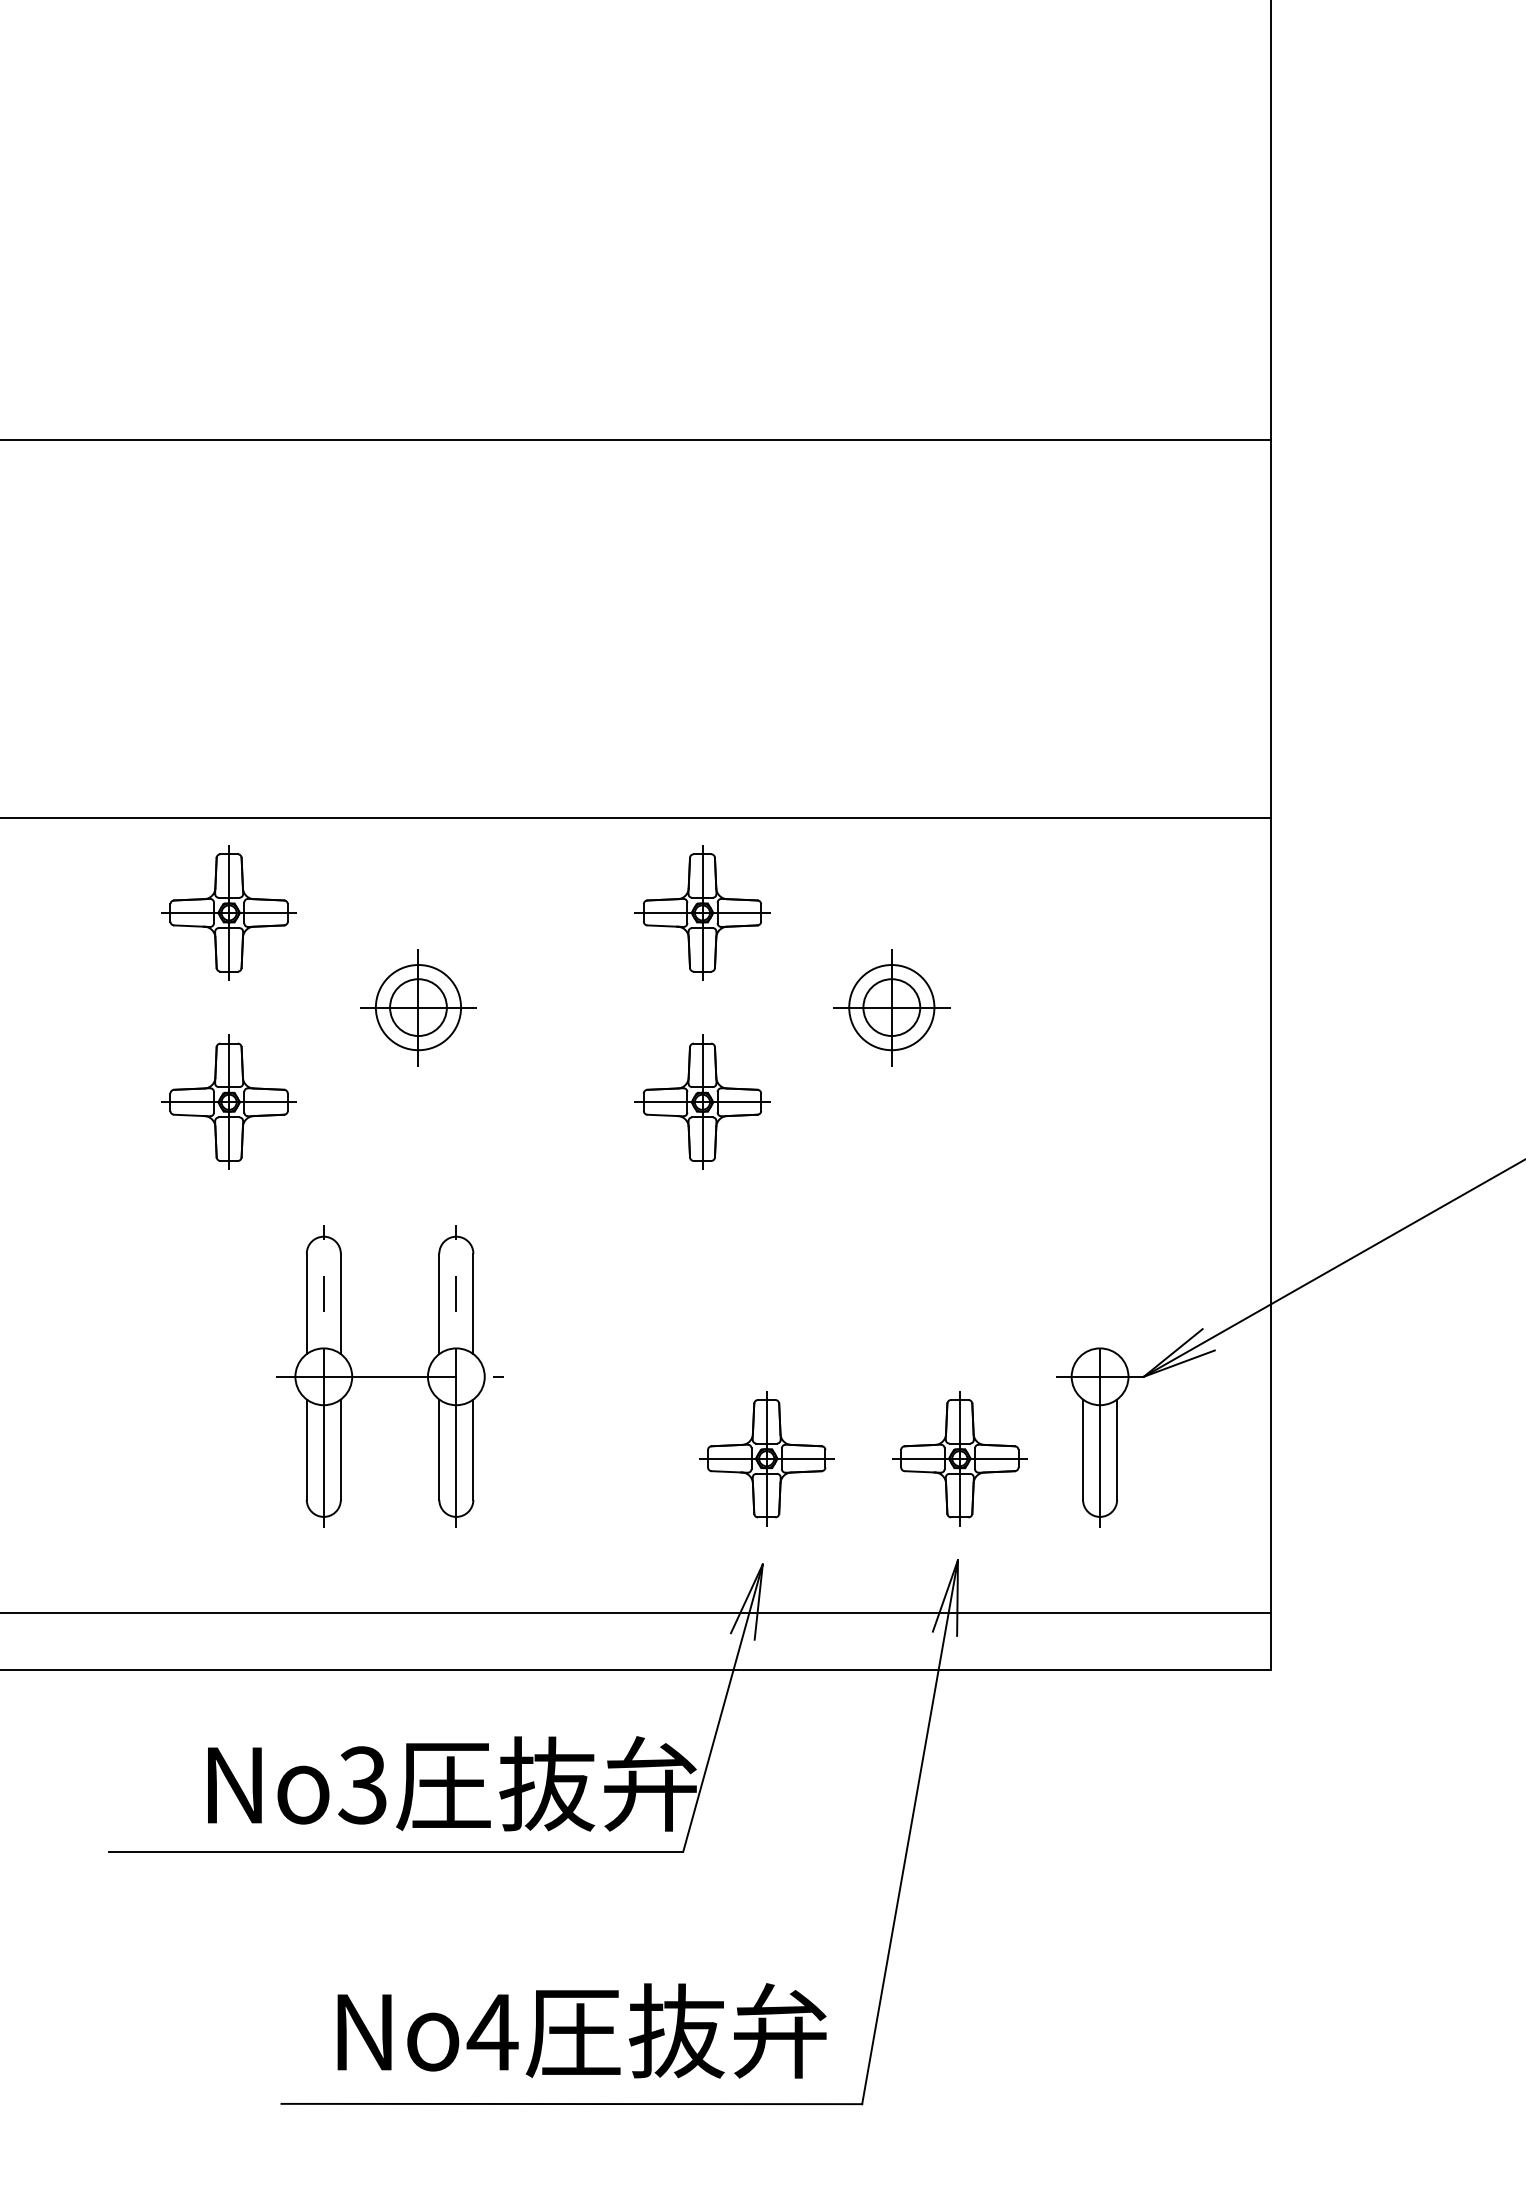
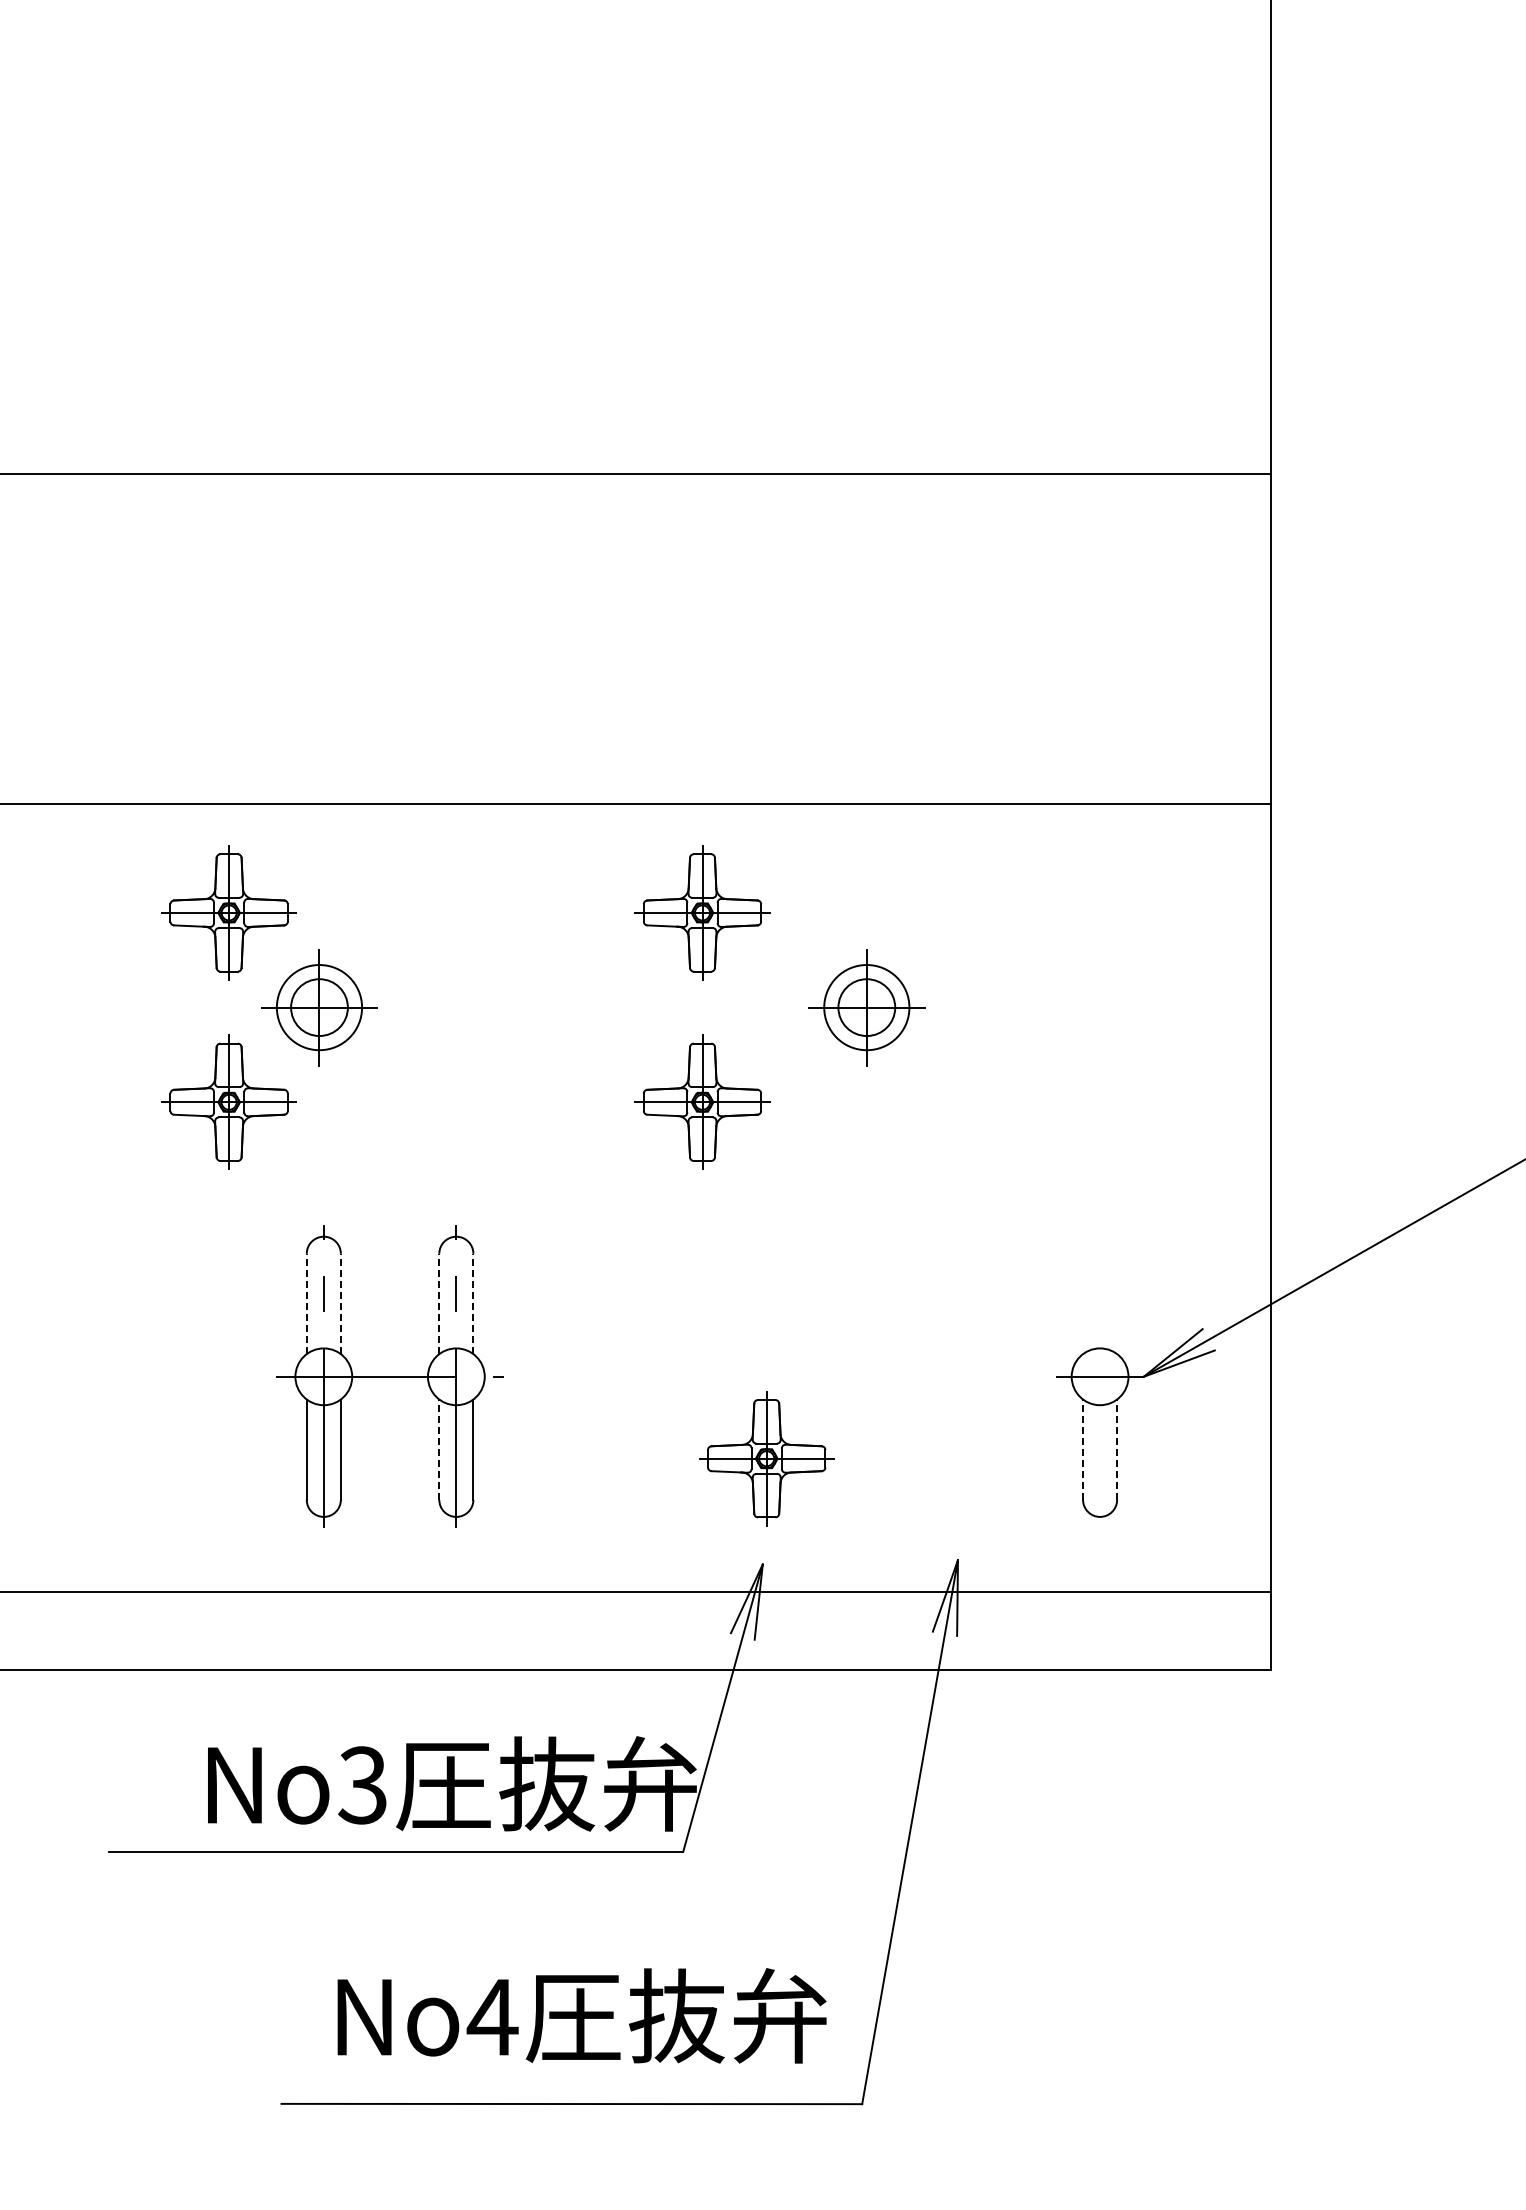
line at (636, 439) position: (636, 439) -> (636, 473)
line at (636, 818) position: (636, 818) -> (636, 804)
part at (418, 1007) position: (418, 1007) -> (319, 1007)
part at (891, 1007) position: (891, 1007) -> (866, 1007)
line at (306, 1303): solid -> dashed
line at (340, 1303): solid -> dashed
line at (439, 1303): solid -> dashed
line at (473, 1303): solid -> dashed
line at (1100, 1430): present -> none
line at (439, 1449): solid -> dashed
line at (1083, 1449): solid -> dashed
line at (1117, 1449): solid -> dashed
part at (959, 1458): present -> none
line at (636, 1613) position: (636, 1613) -> (636, 1592)
text at (581, 2030) position: (581, 2030) -> (581, 2015)
